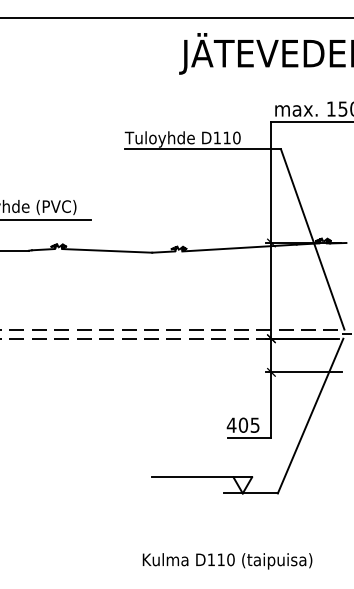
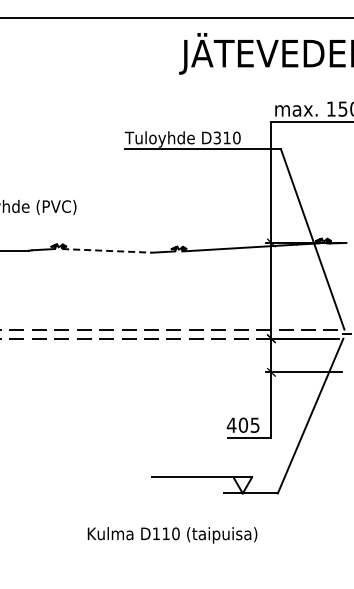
text at (216, 137): D110 -> D310
line at (46, 220): present -> none
line at (107, 250): solid -> dashed
text at (227, 561) position: (227, 561) -> (172, 535)
